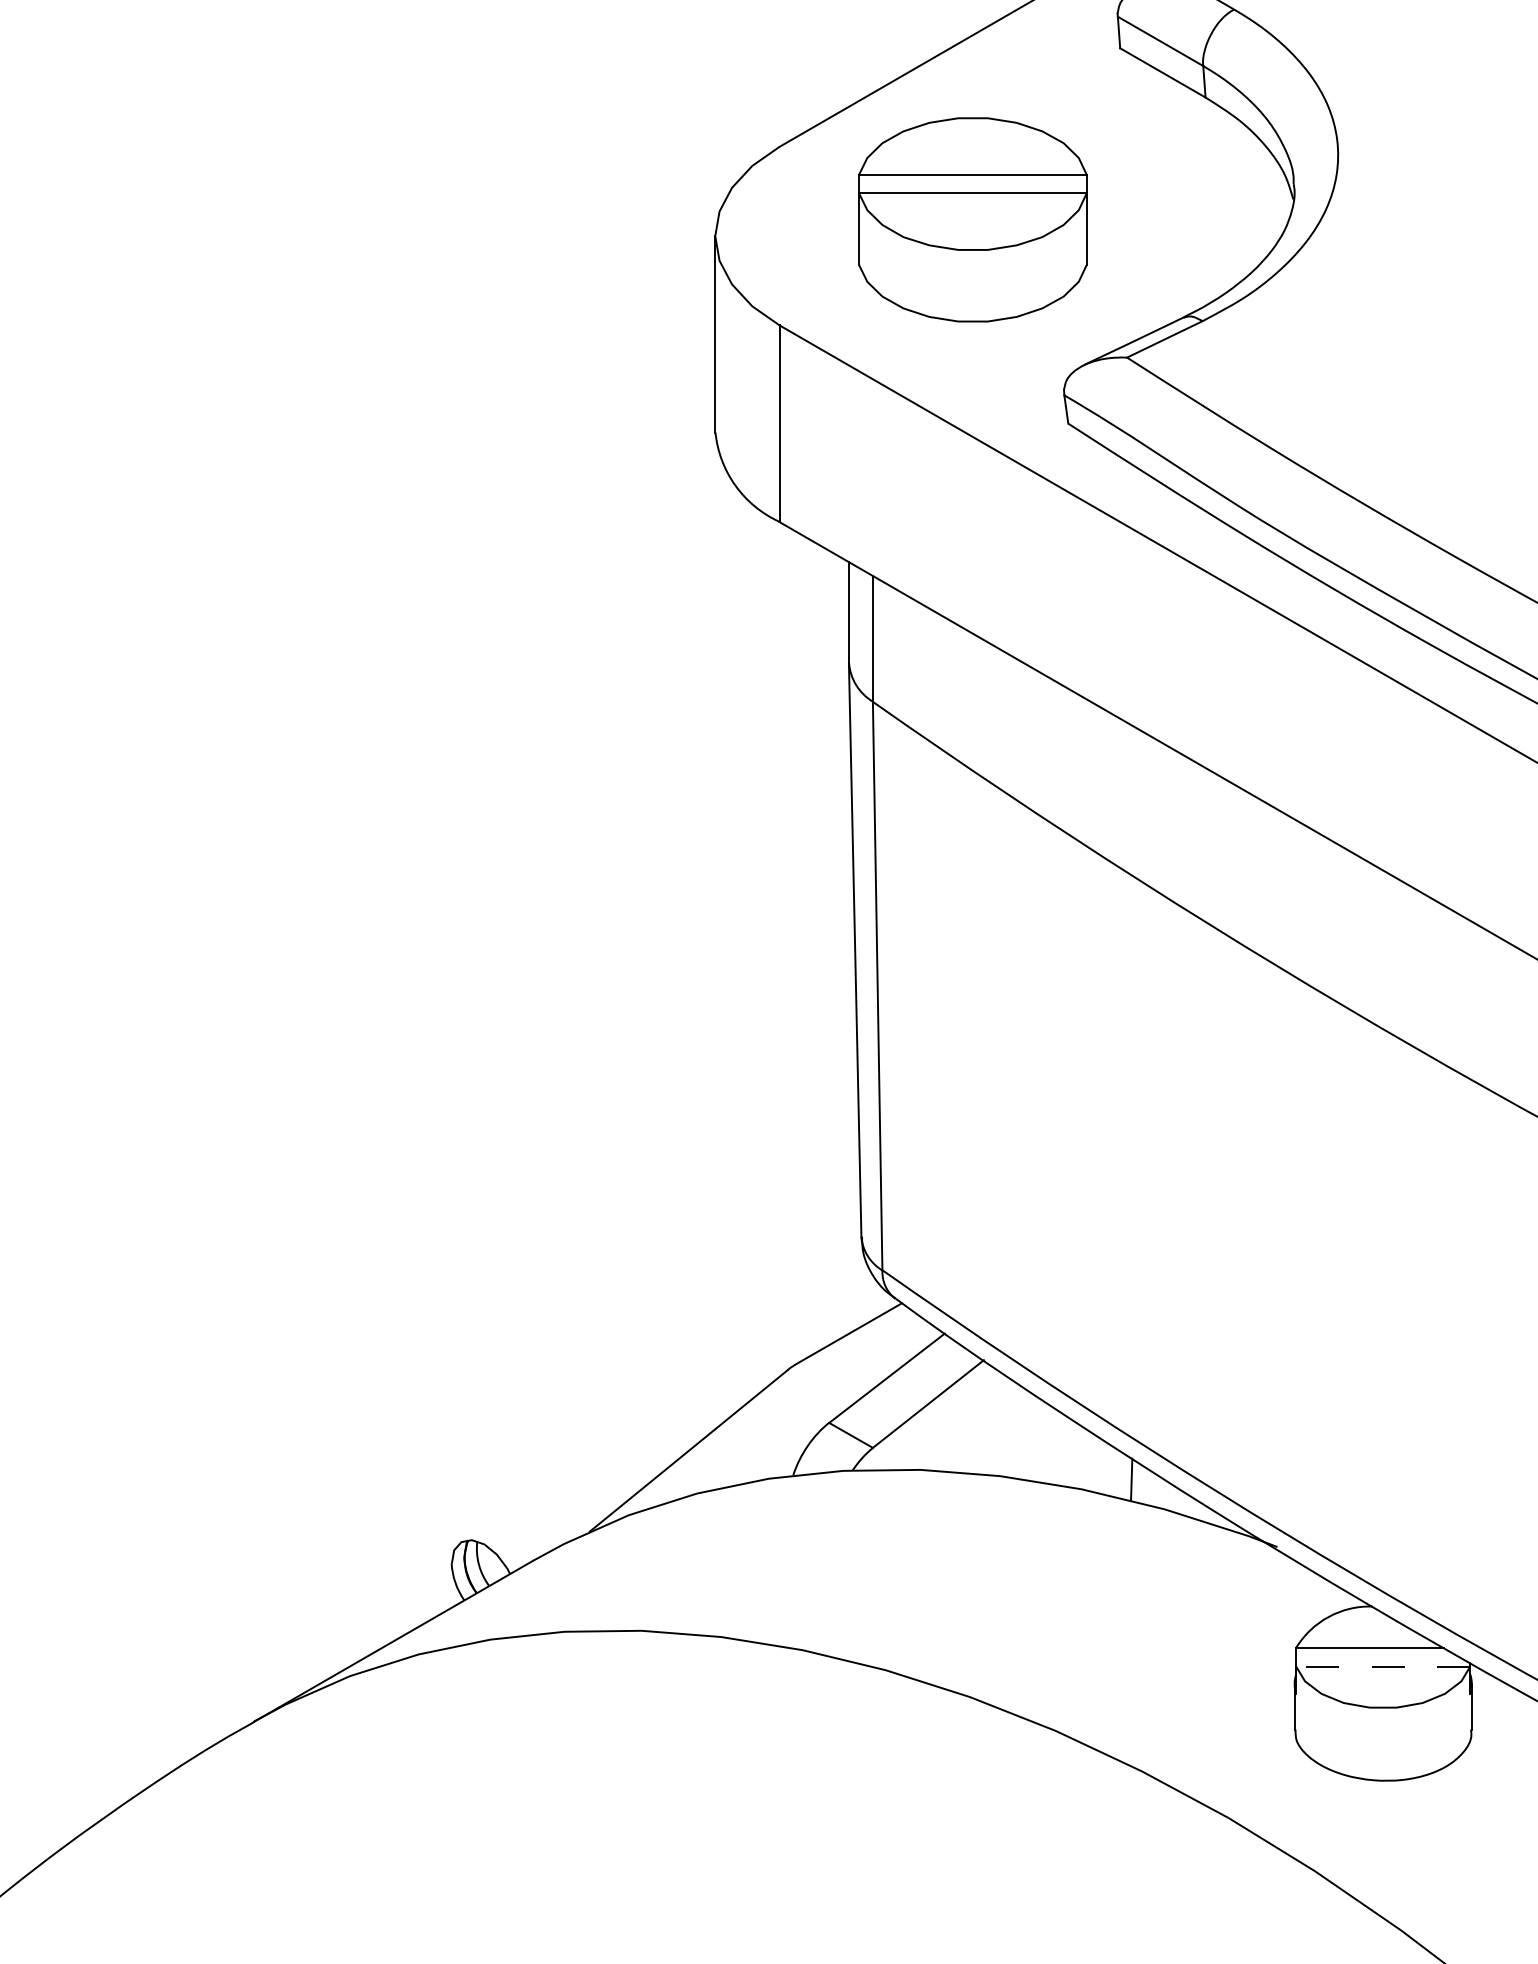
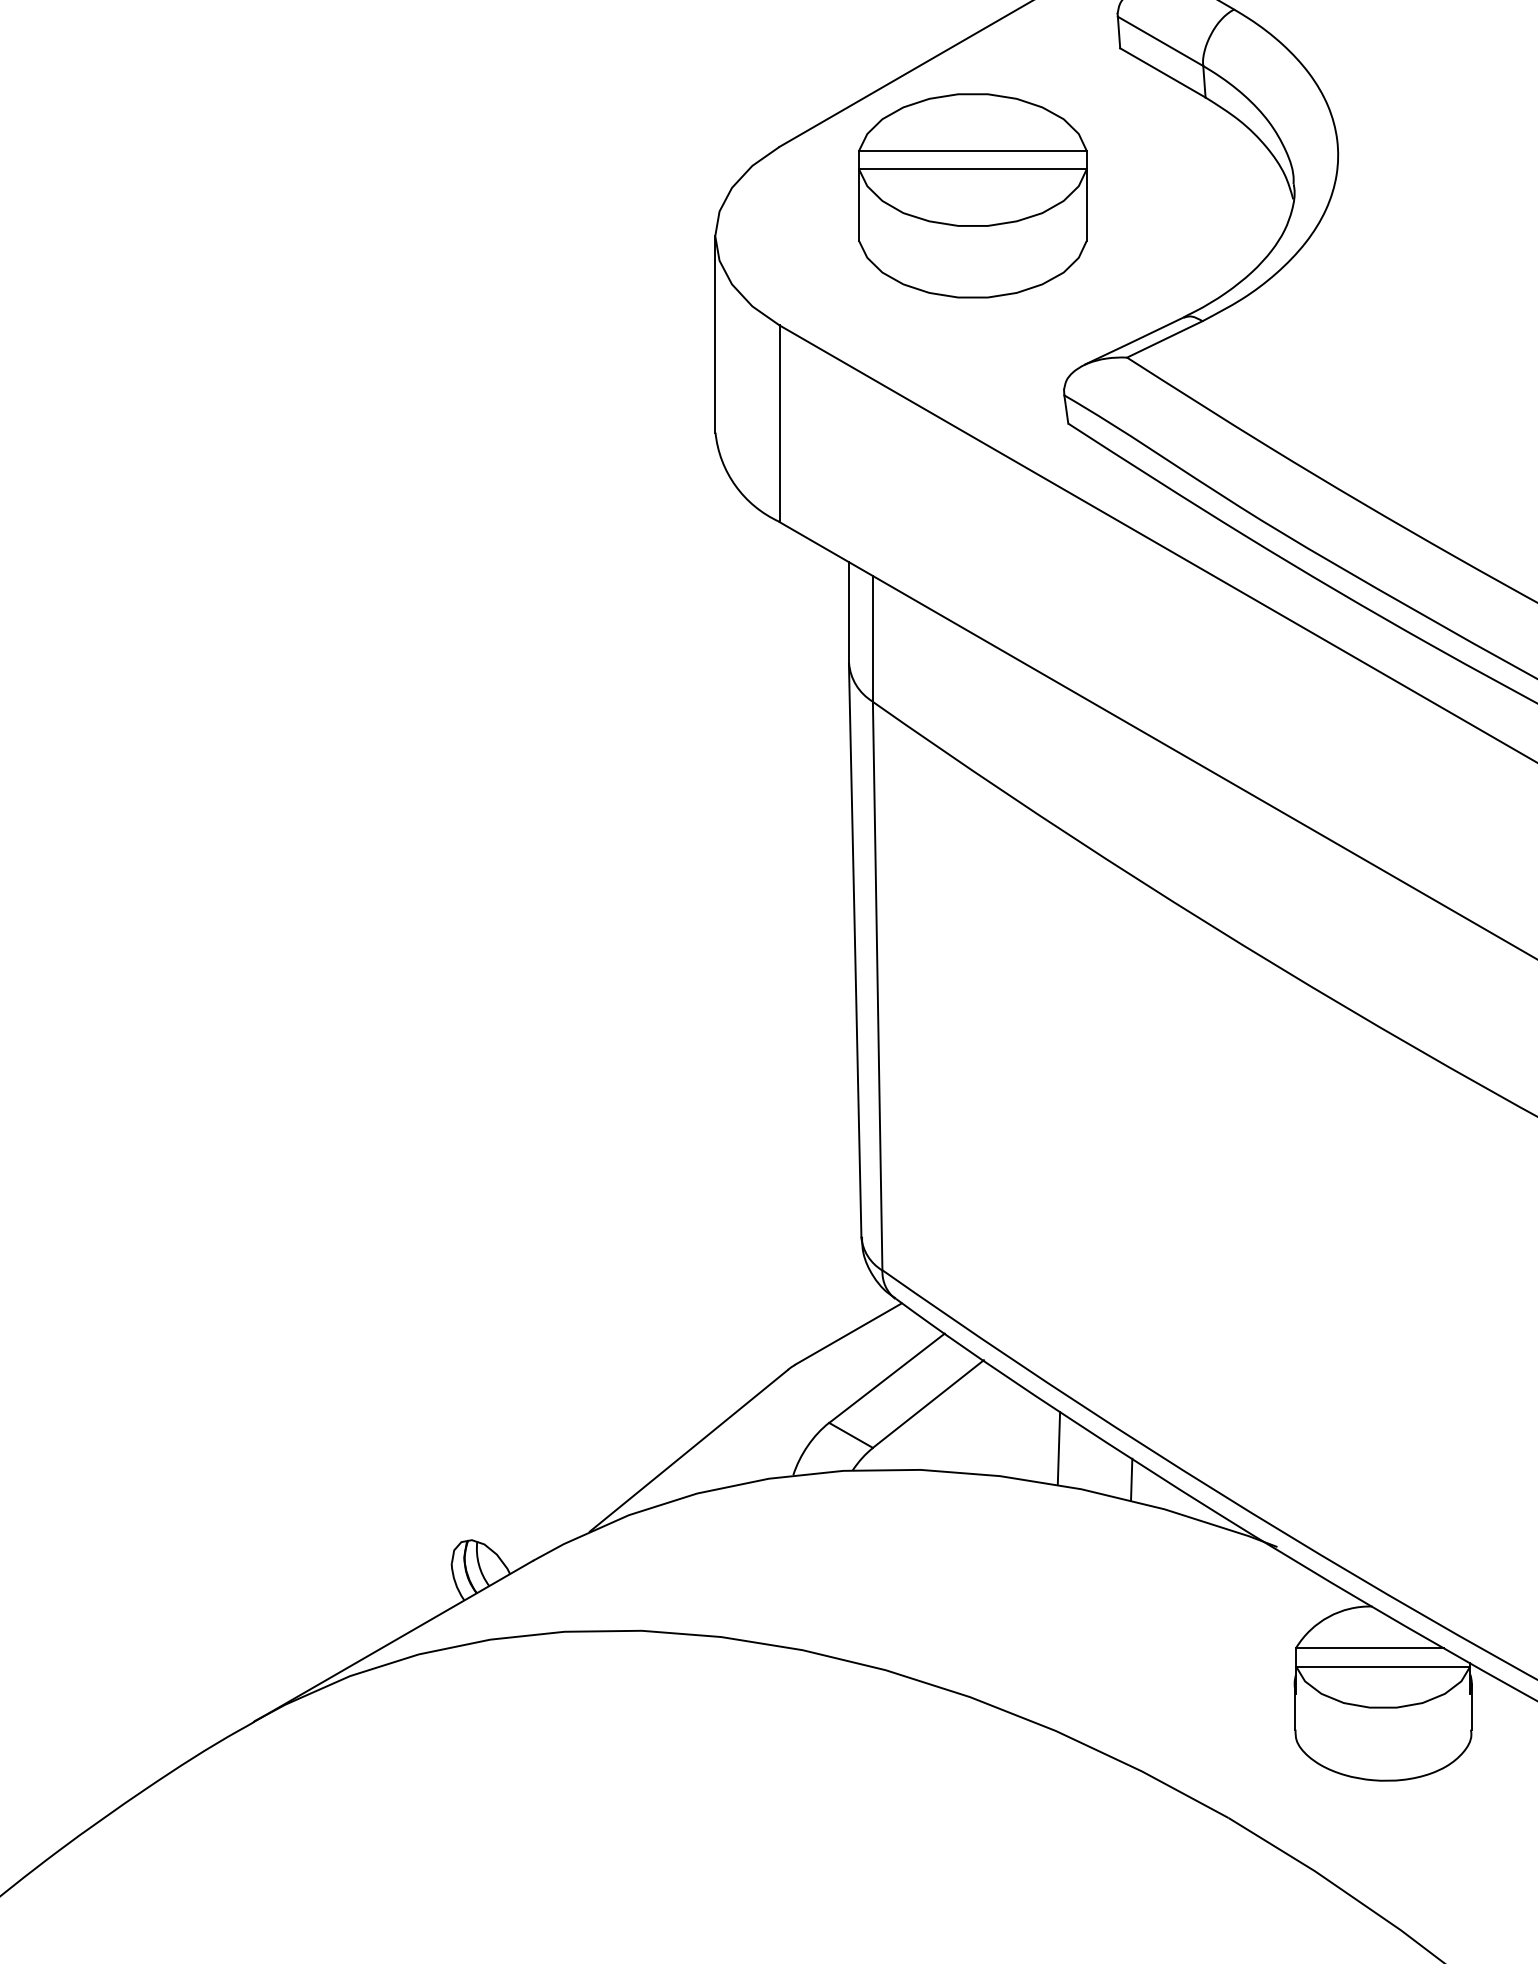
part at (972, 219) position: (972, 219) -> (972, 195)
line at (1058, 1448): none -> present
line at (1382, 1666): dashed -> solid
